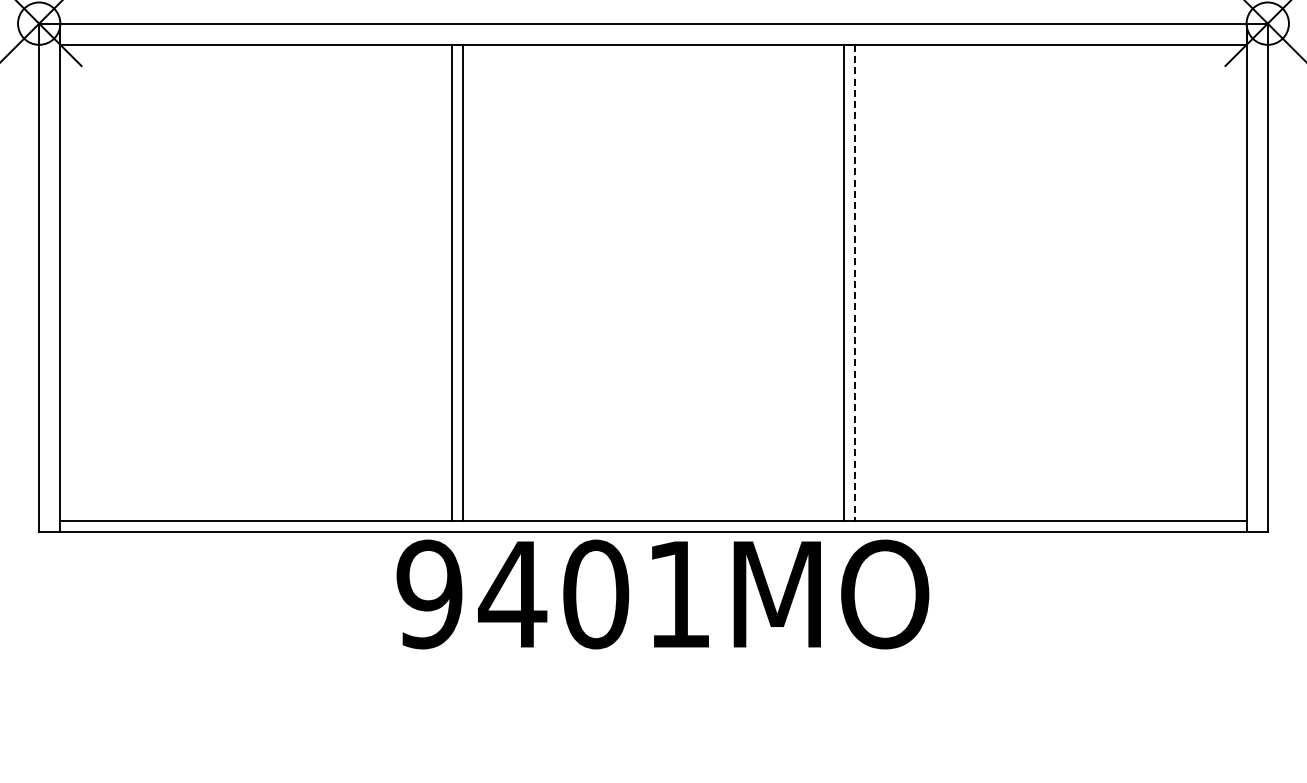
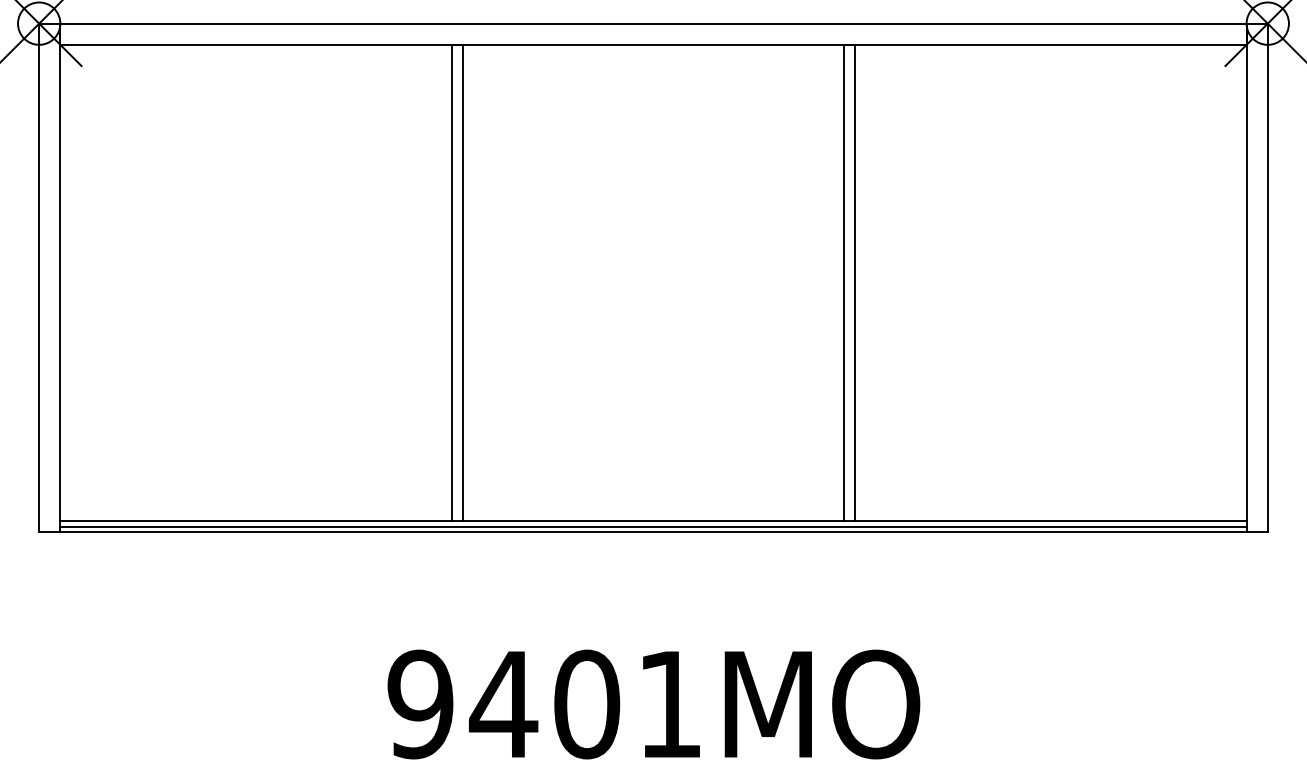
line at (854, 283): dashed -> solid
line at (653, 526): none -> present
text at (662, 594) position: (662, 594) -> (653, 704)
